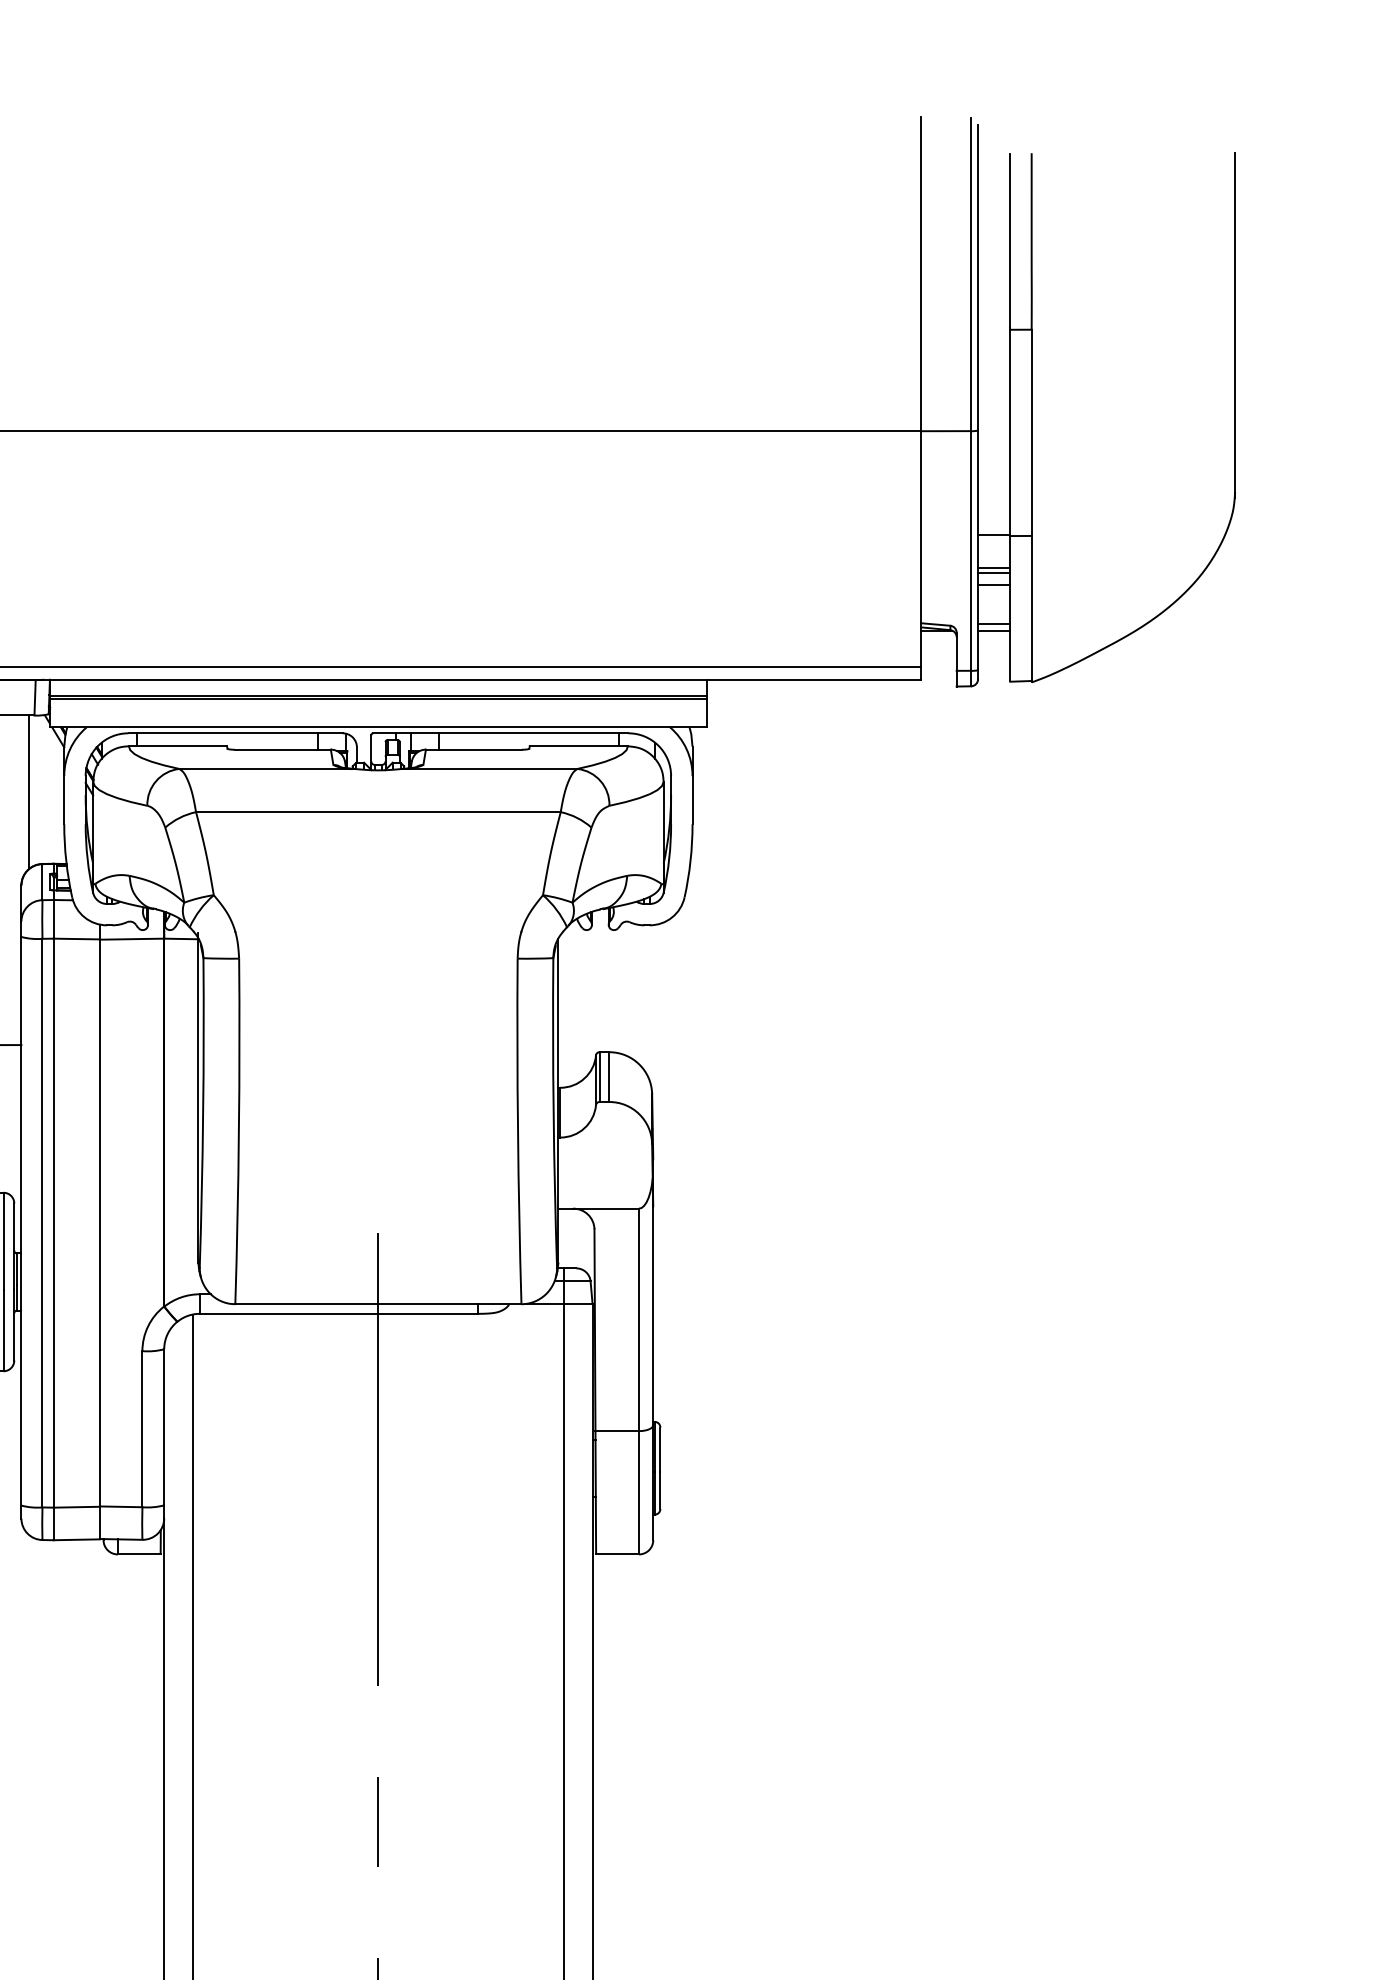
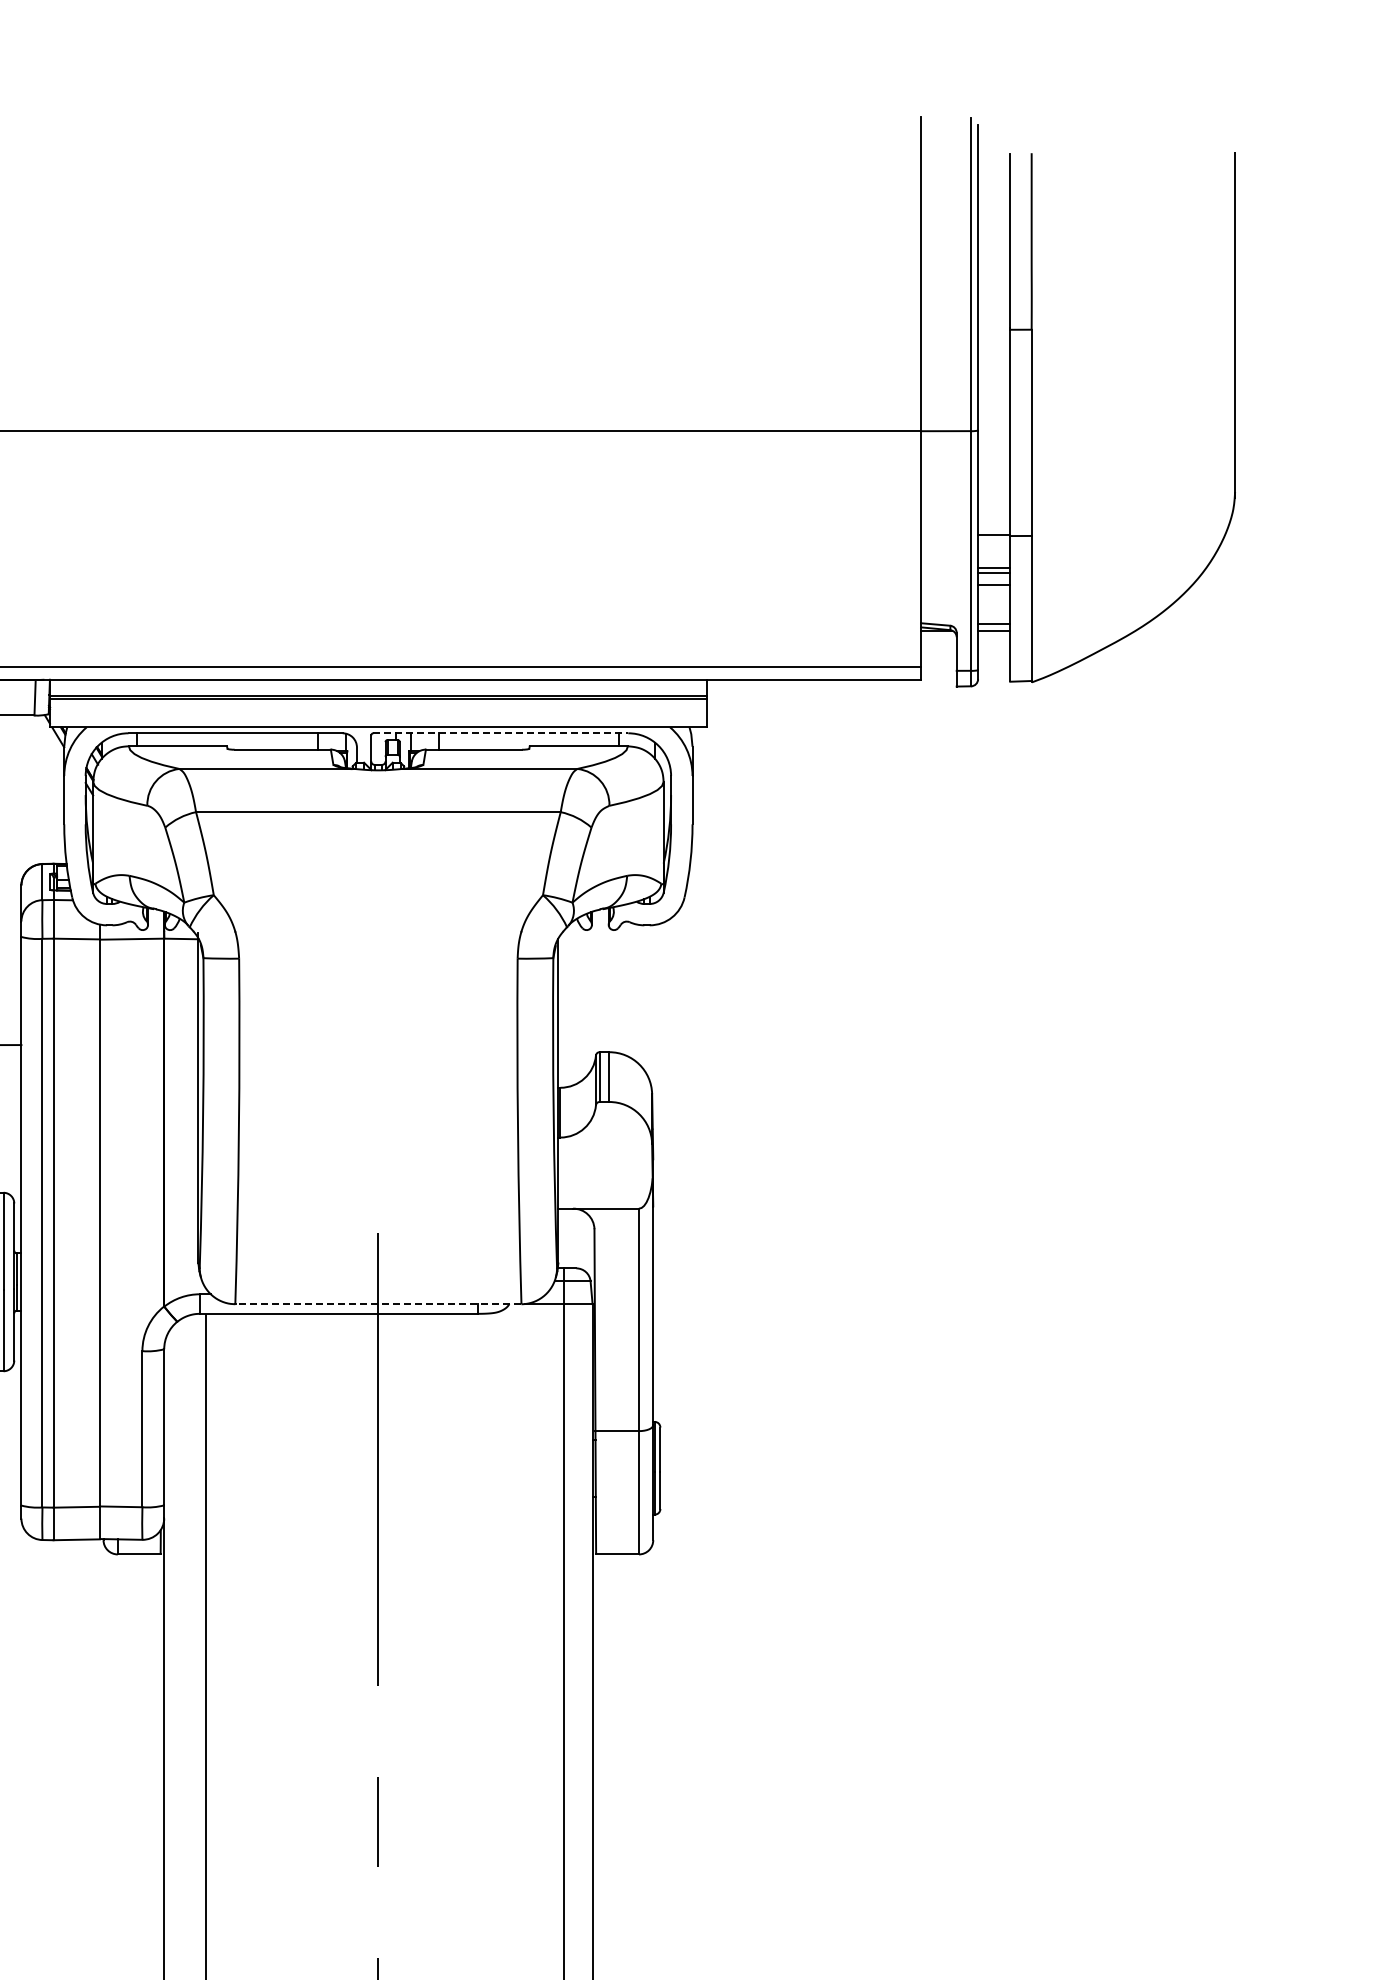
line at (501, 733): solid -> dashed
line at (28, 792): present -> none
line at (378, 1304): solid -> dashed
line at (192, 1645) position: (192, 1645) -> (205, 1645)
